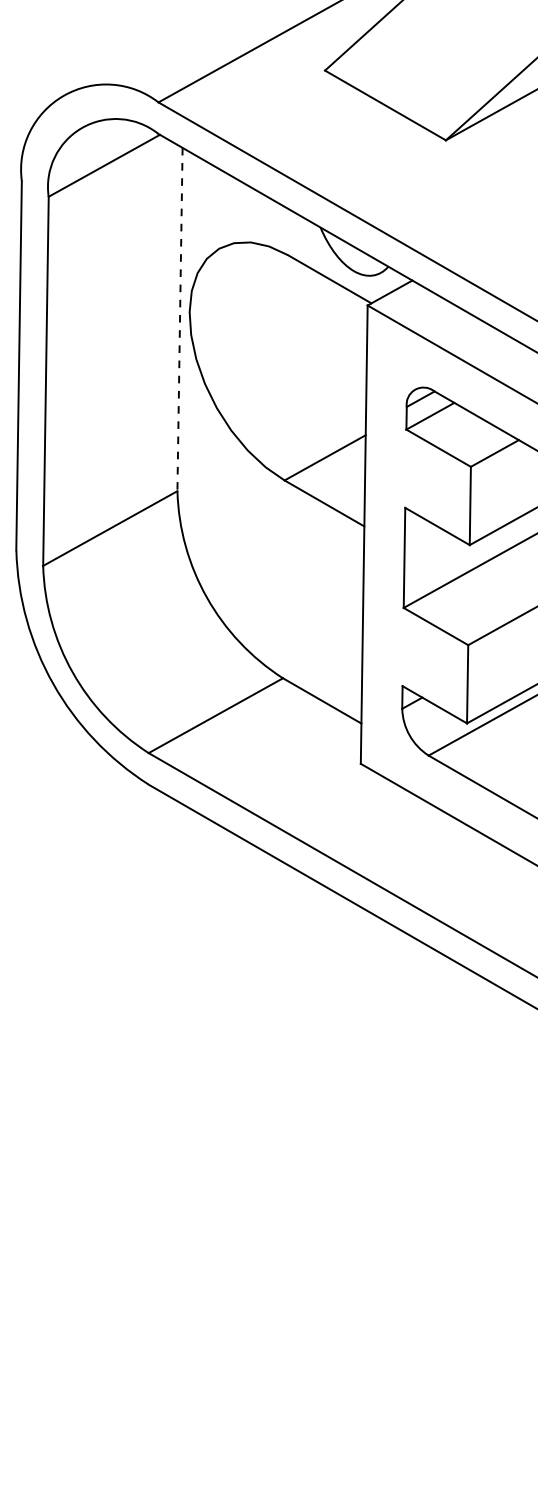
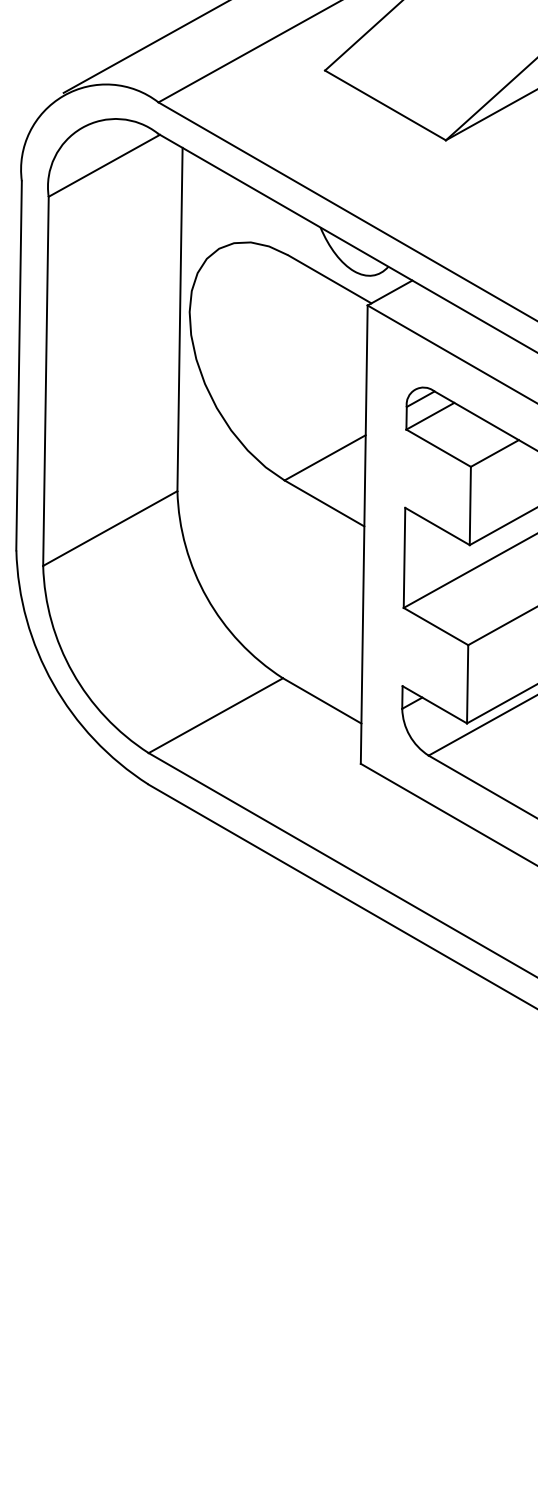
line at (144, 47): none -> present
line at (180, 319): dashed -> solid
